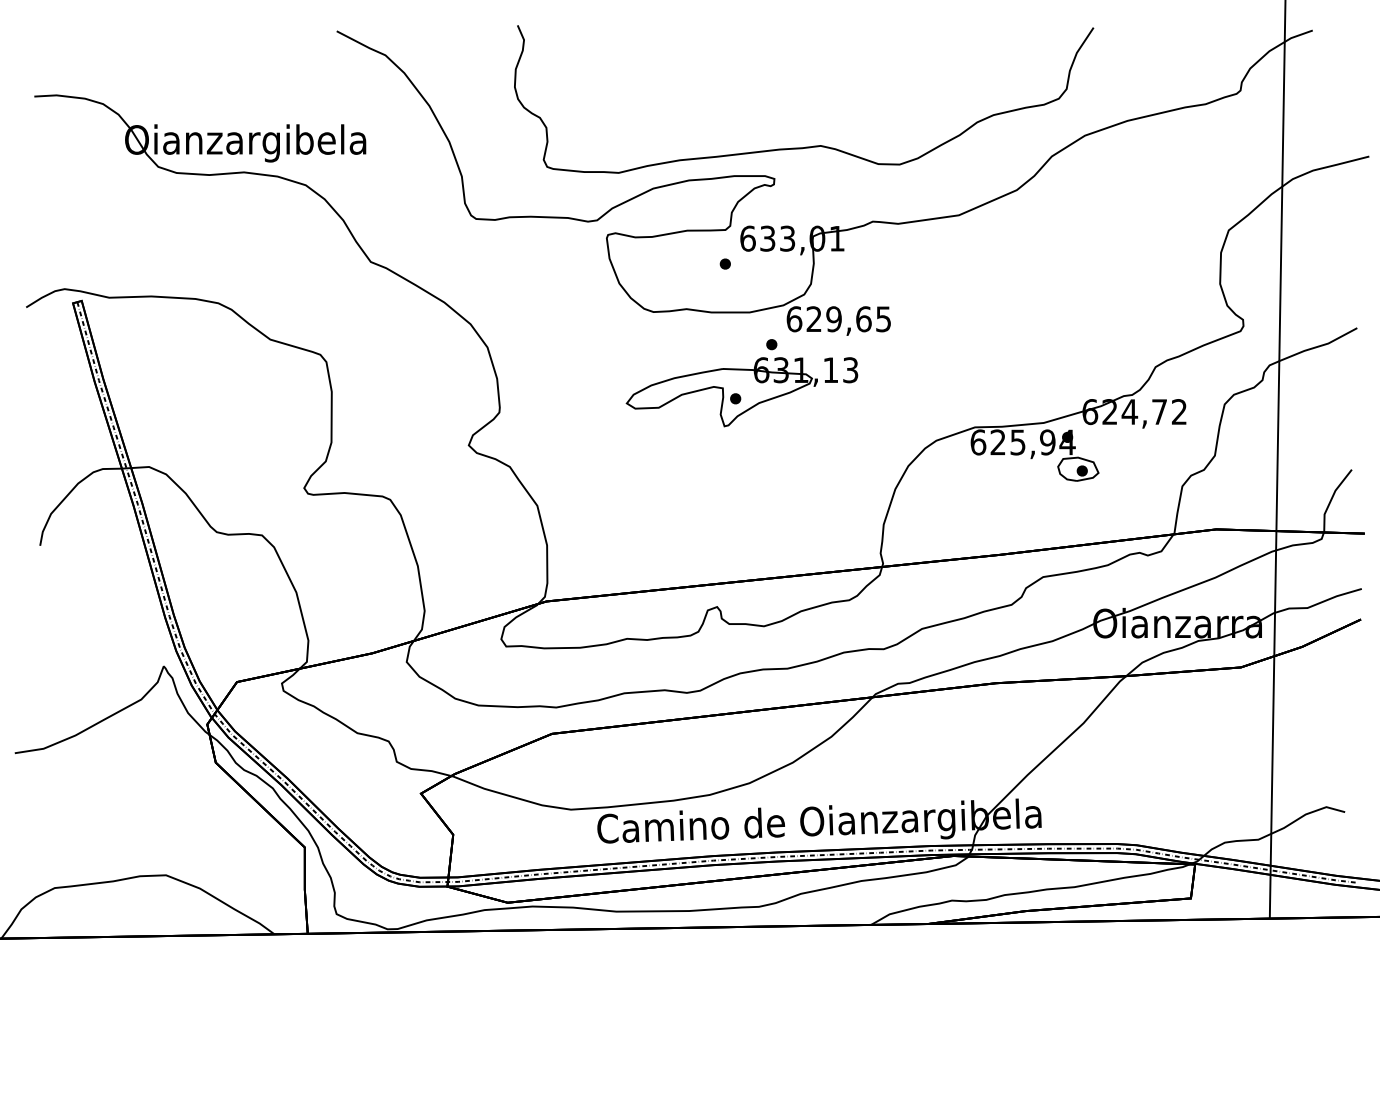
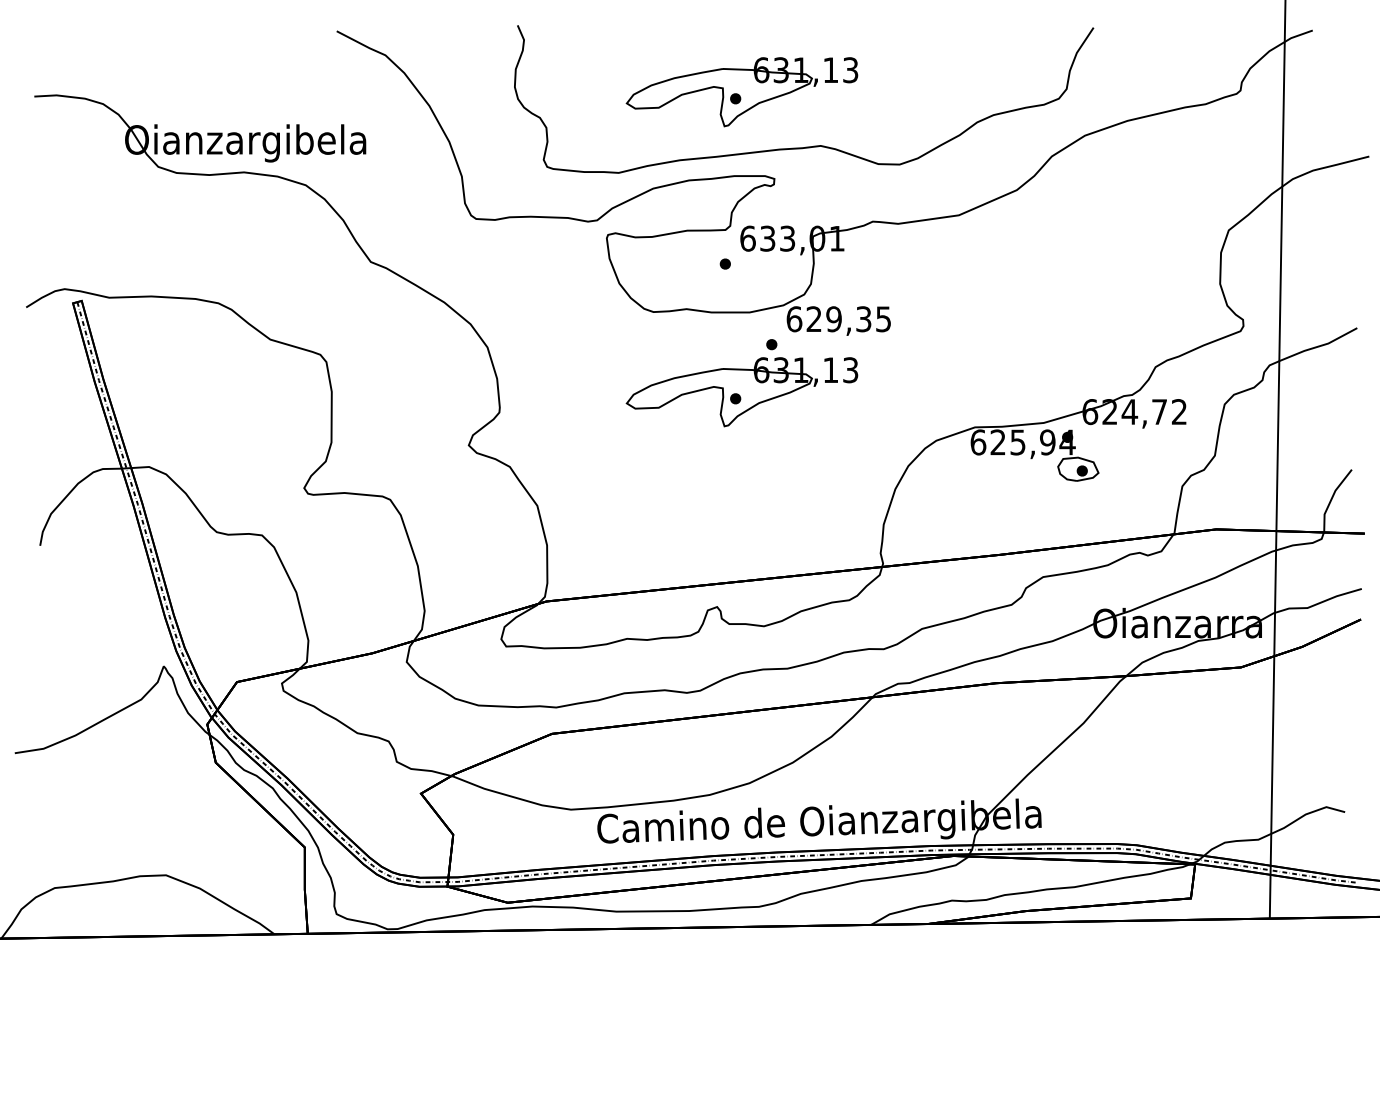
part at (741, 92): none -> present
text at (863, 319): 629,65 -> 629,35
